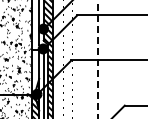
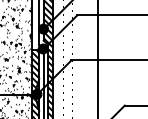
line at (97, 58): dashed -> solid
hatch at (35, 70): none -> present
